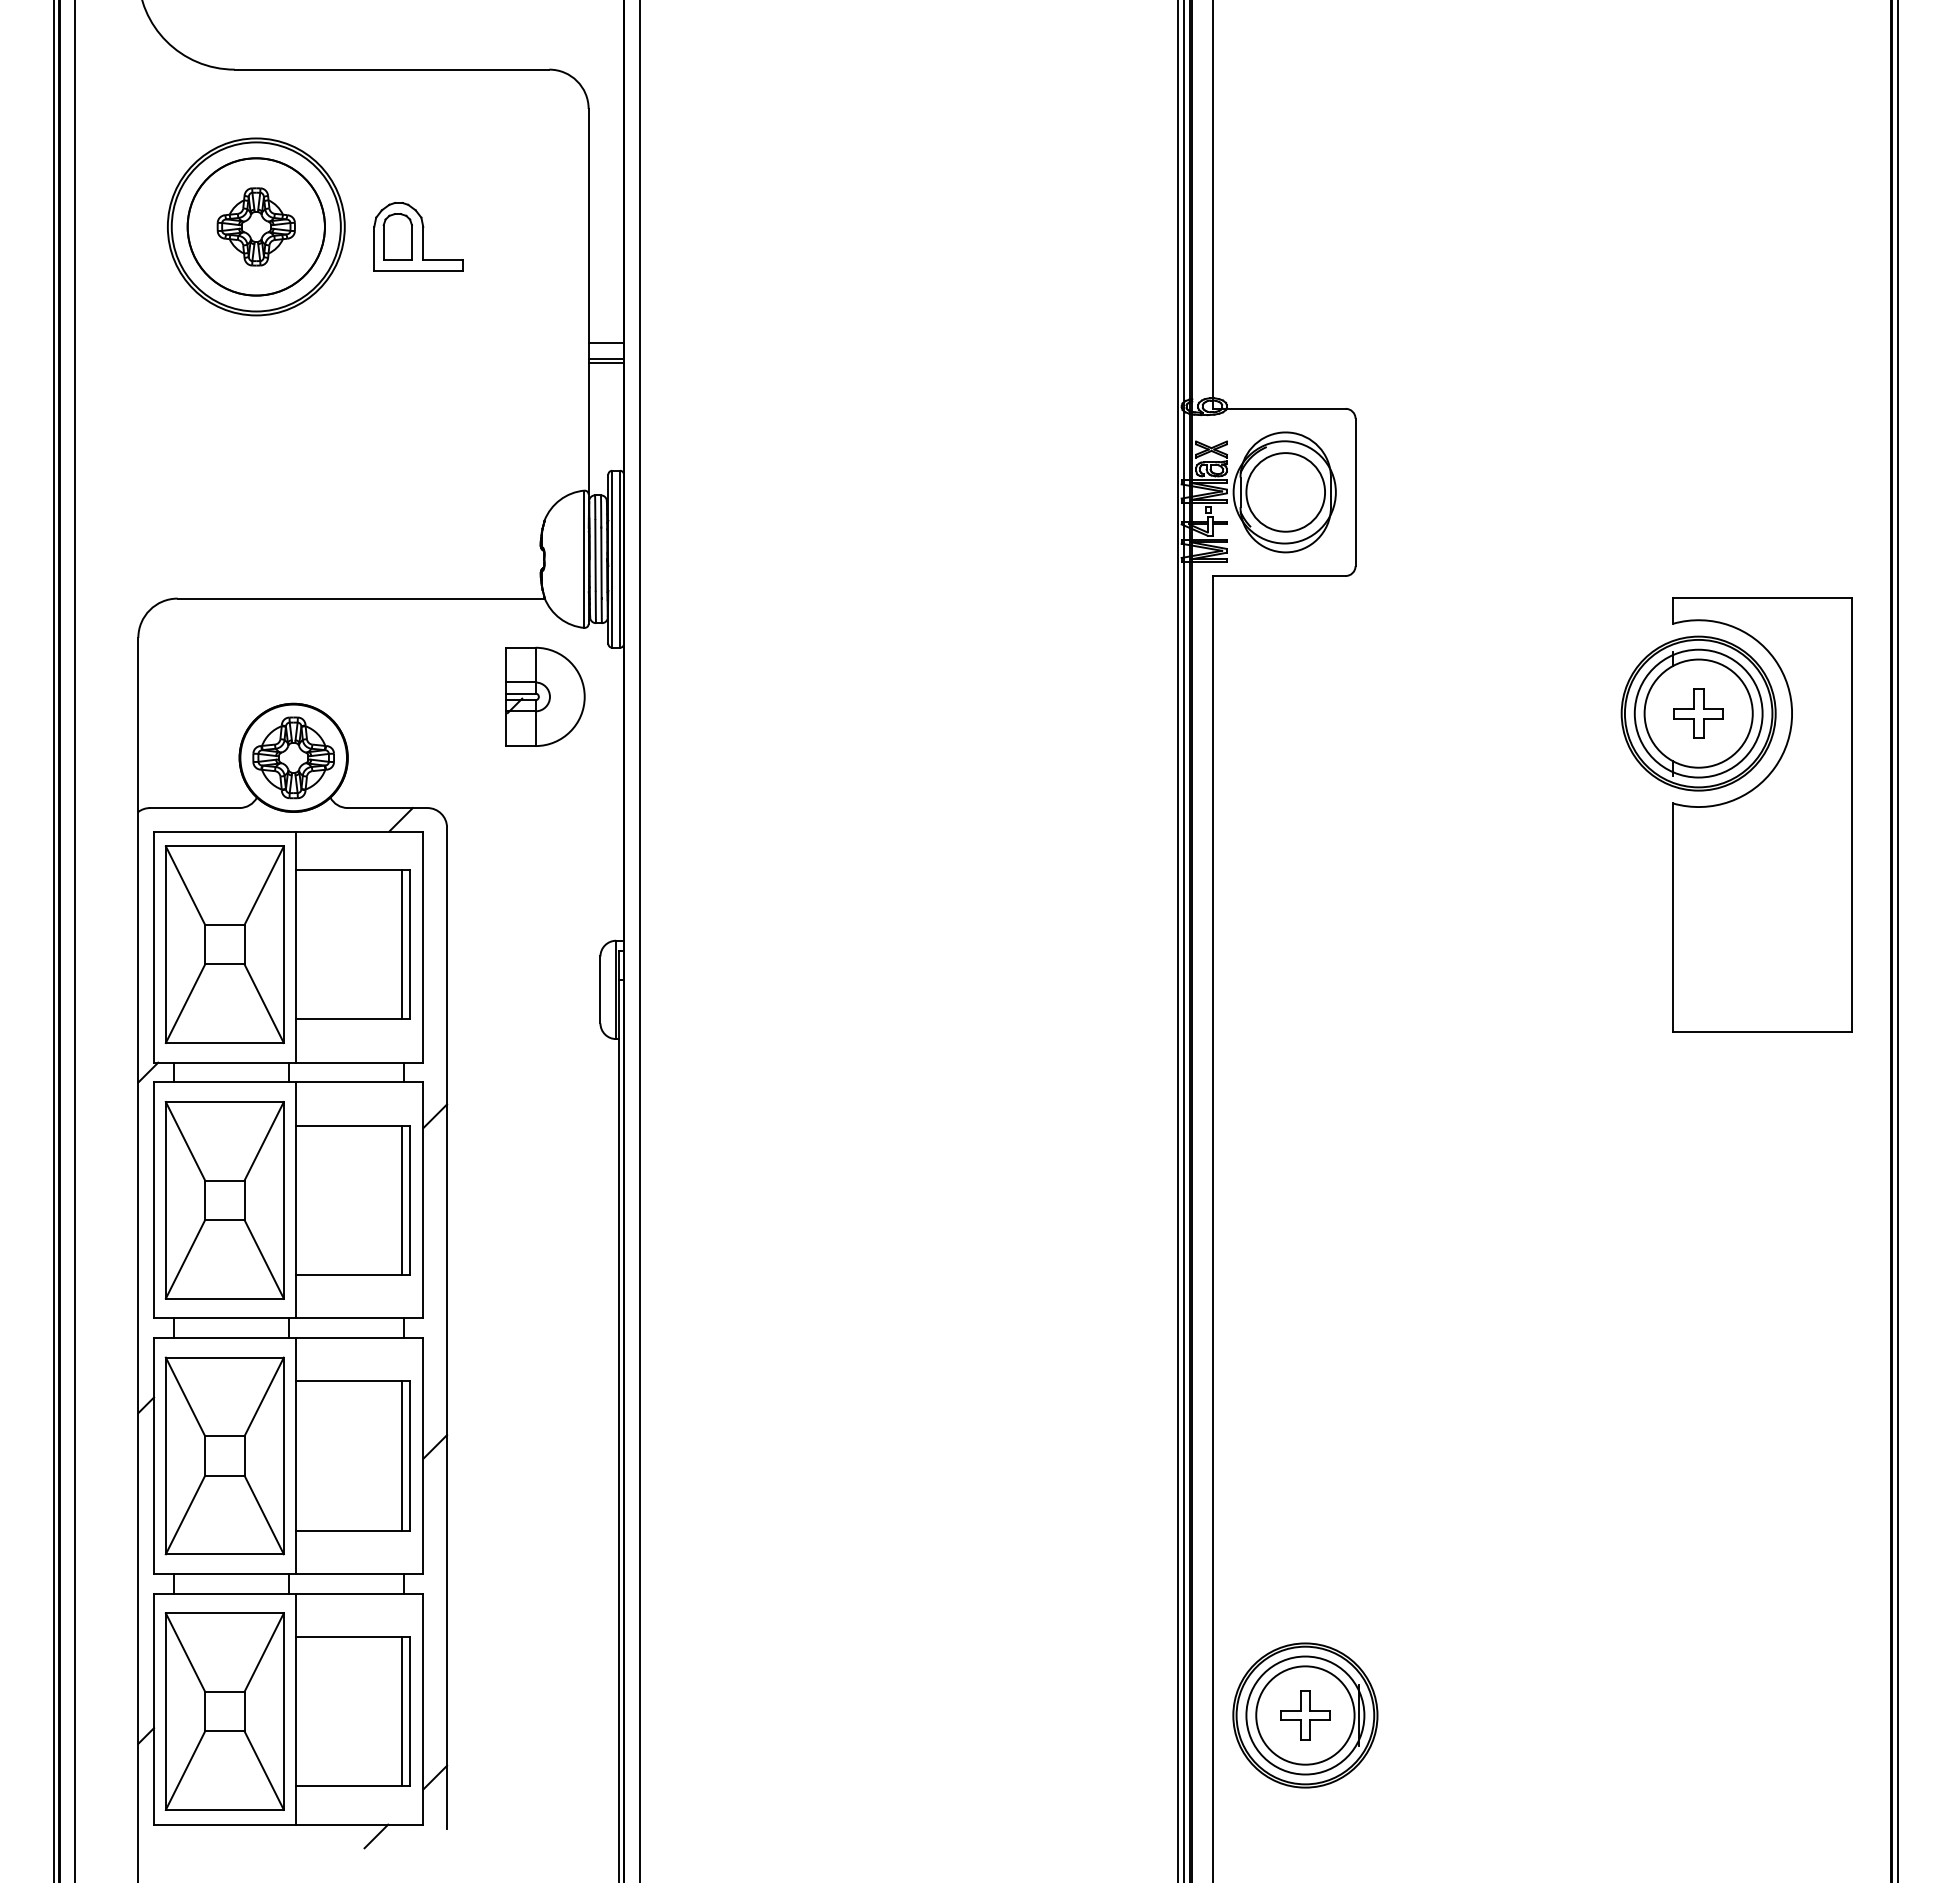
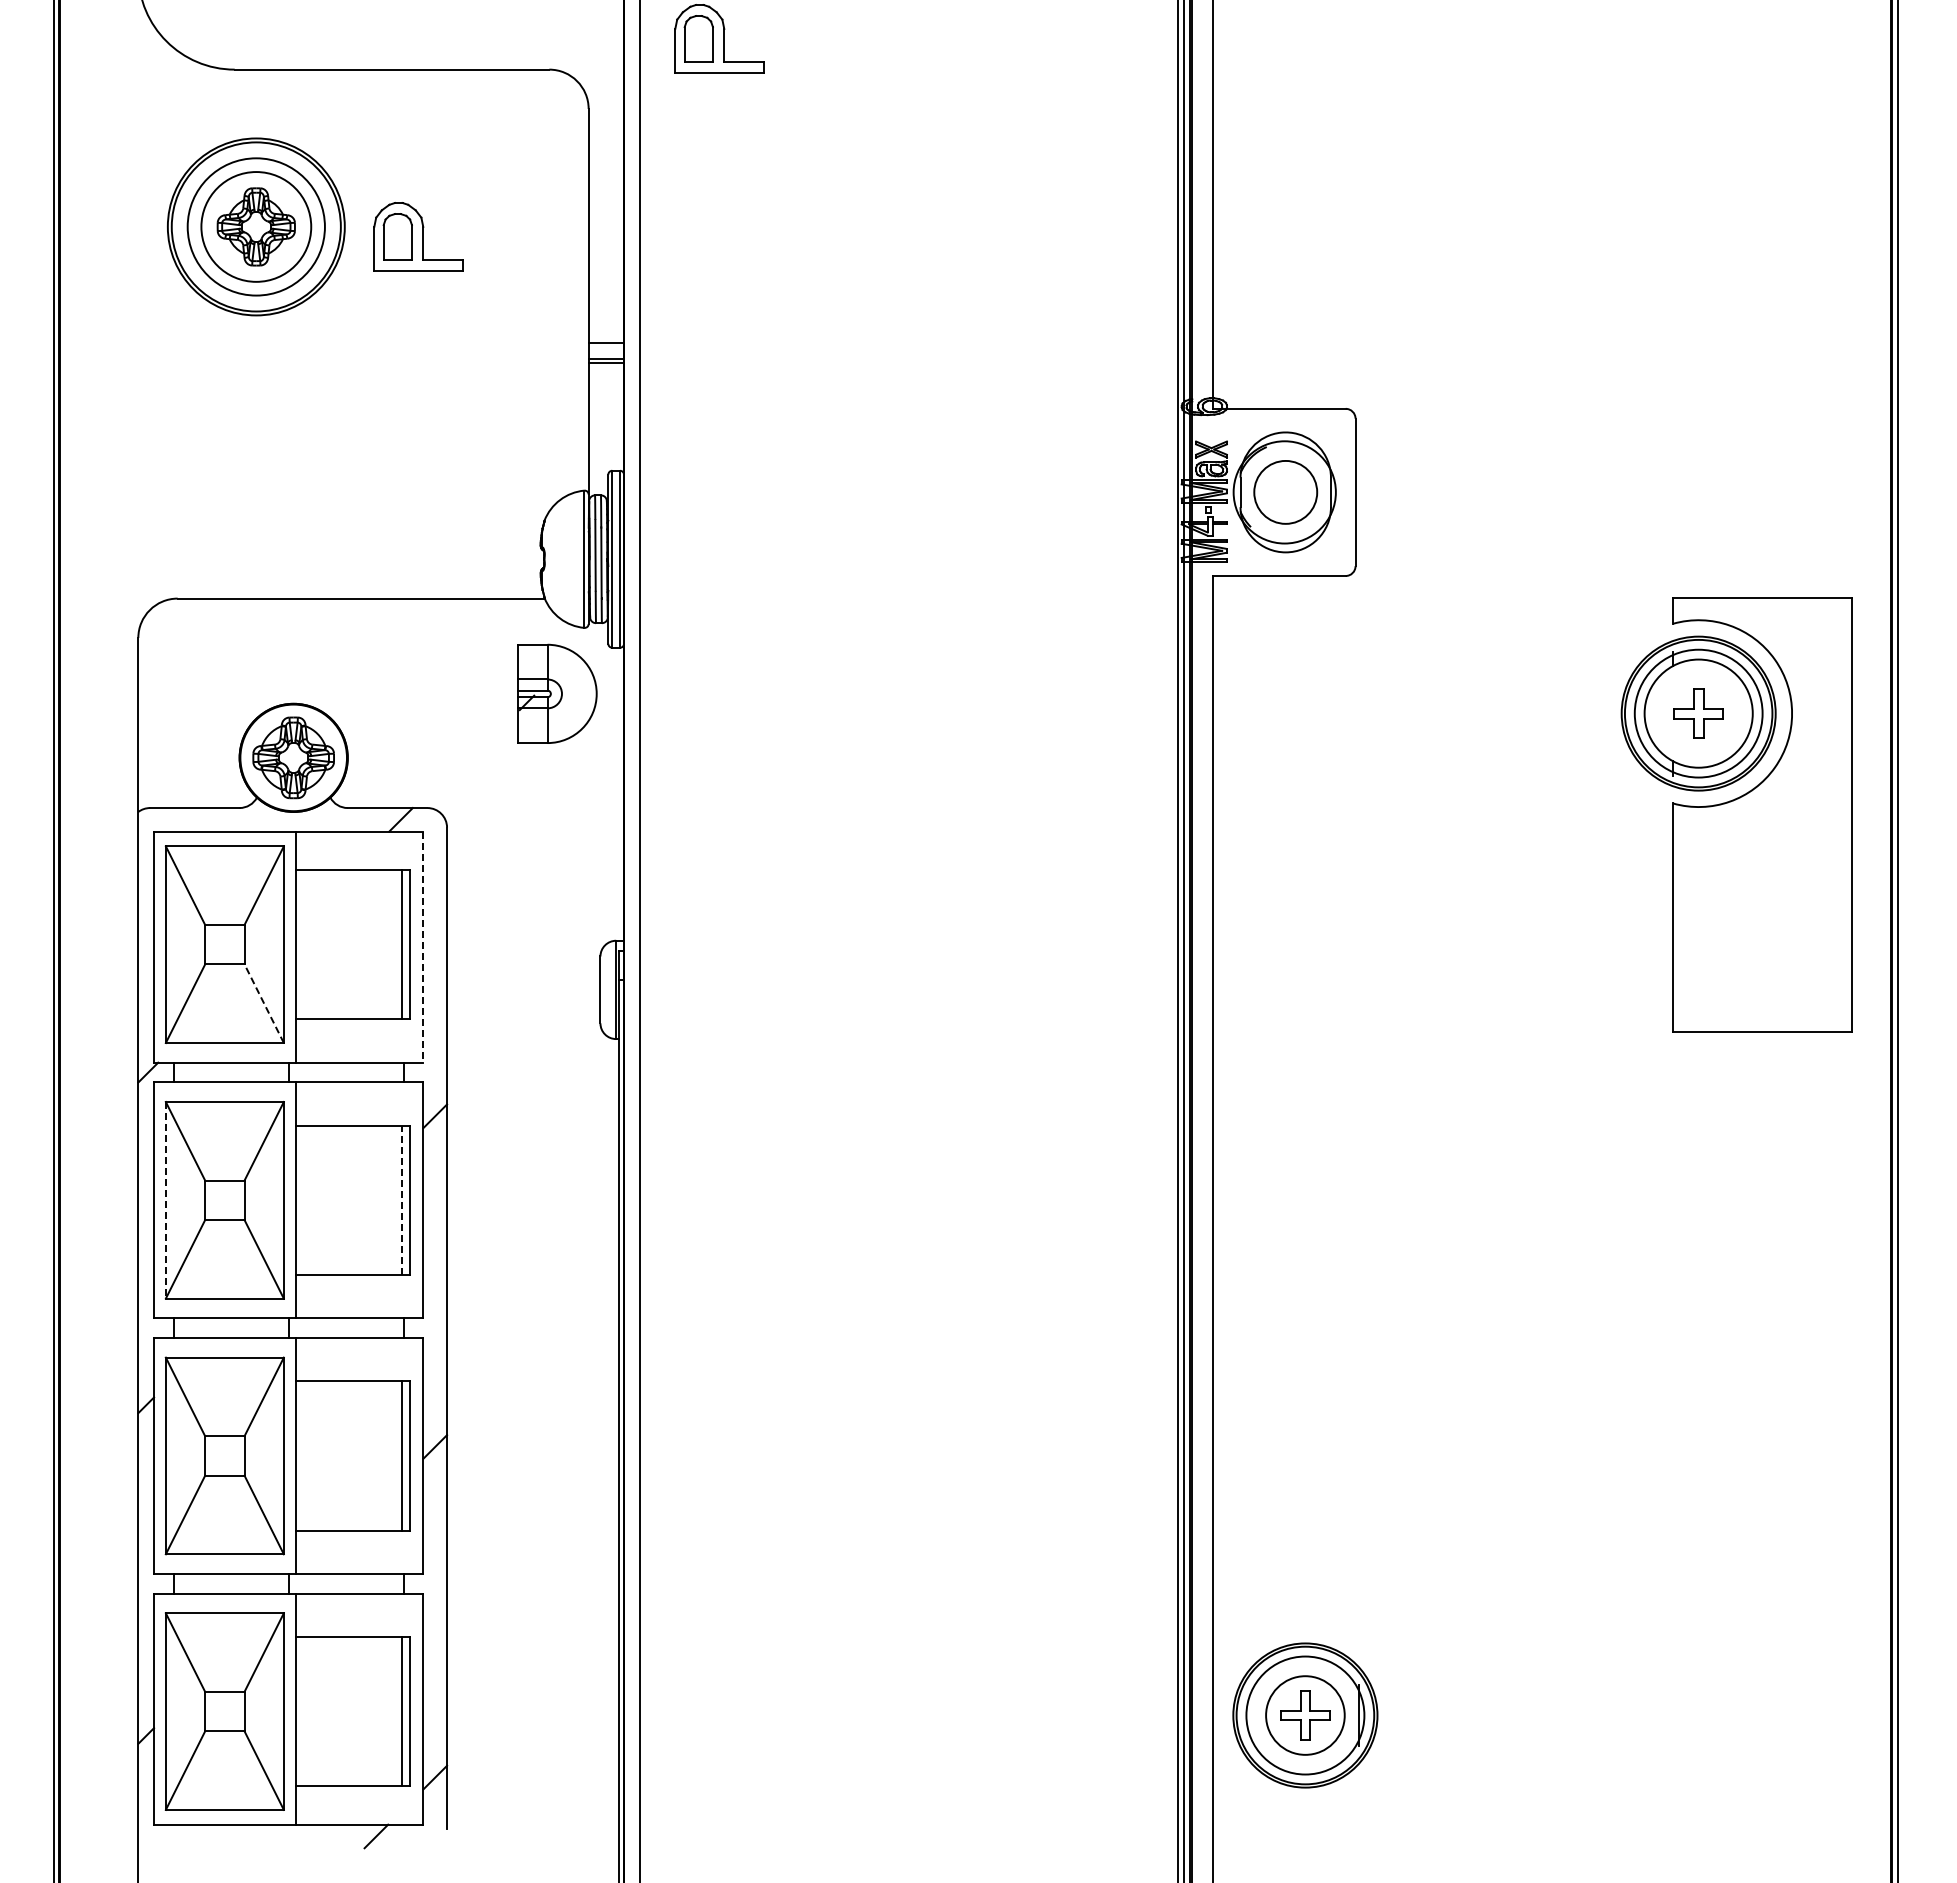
part at (719, 38): none -> present
circle at (255, 226) diameter: 137 px -> 110 px
circle at (1285, 492) diameter: 79 px -> 63 px
part at (545, 696) position: (545, 696) -> (557, 693)
line at (75, 940): present -> none
line at (423, 947): solid -> dashed
line at (264, 1003): solid -> dashed
line at (165, 1200): solid -> dashed
line at (401, 1200): solid -> dashed
circle at (1305, 1715) diameter: 98 px -> 79 px
